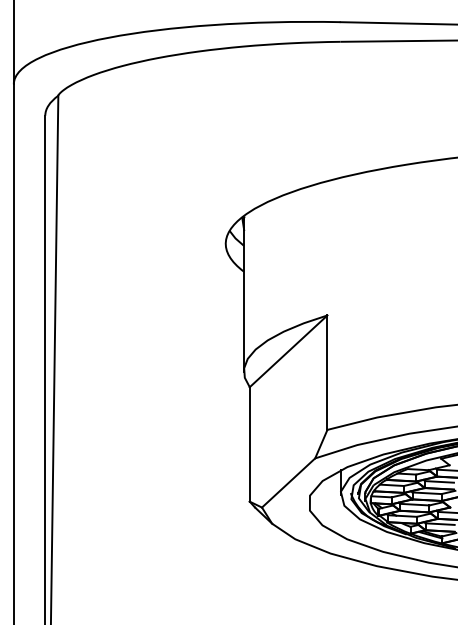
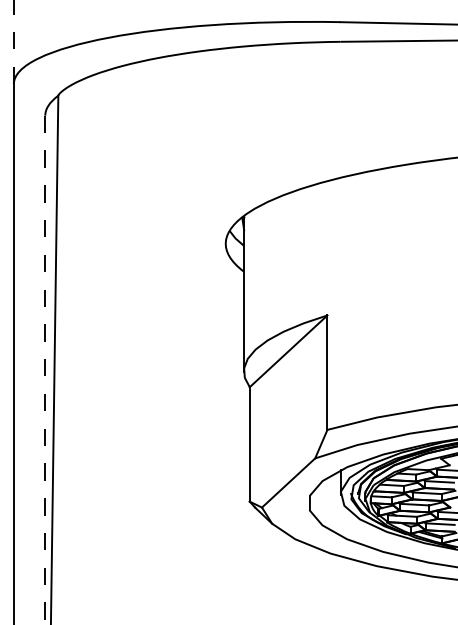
line at (13, 42): solid -> dashed
line at (45, 370): solid -> dashed
